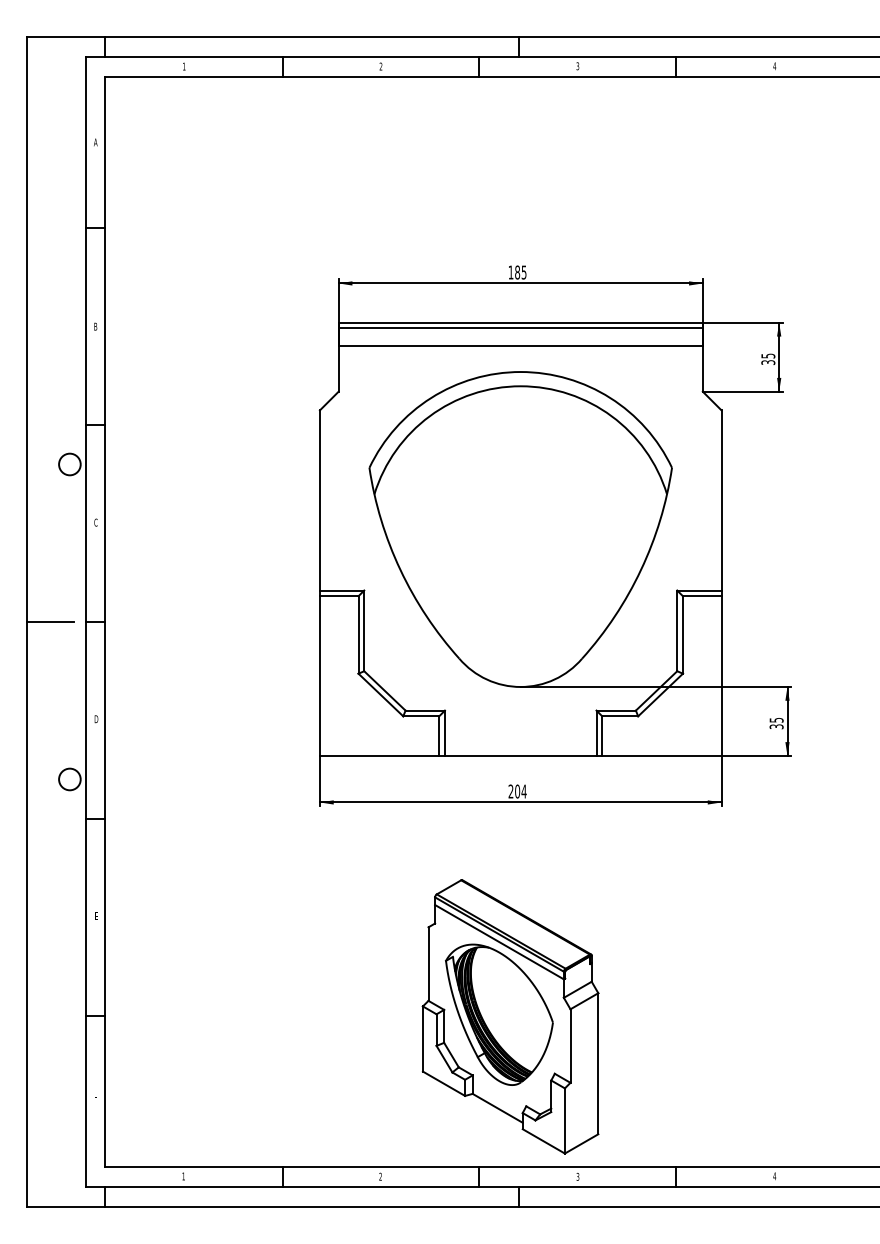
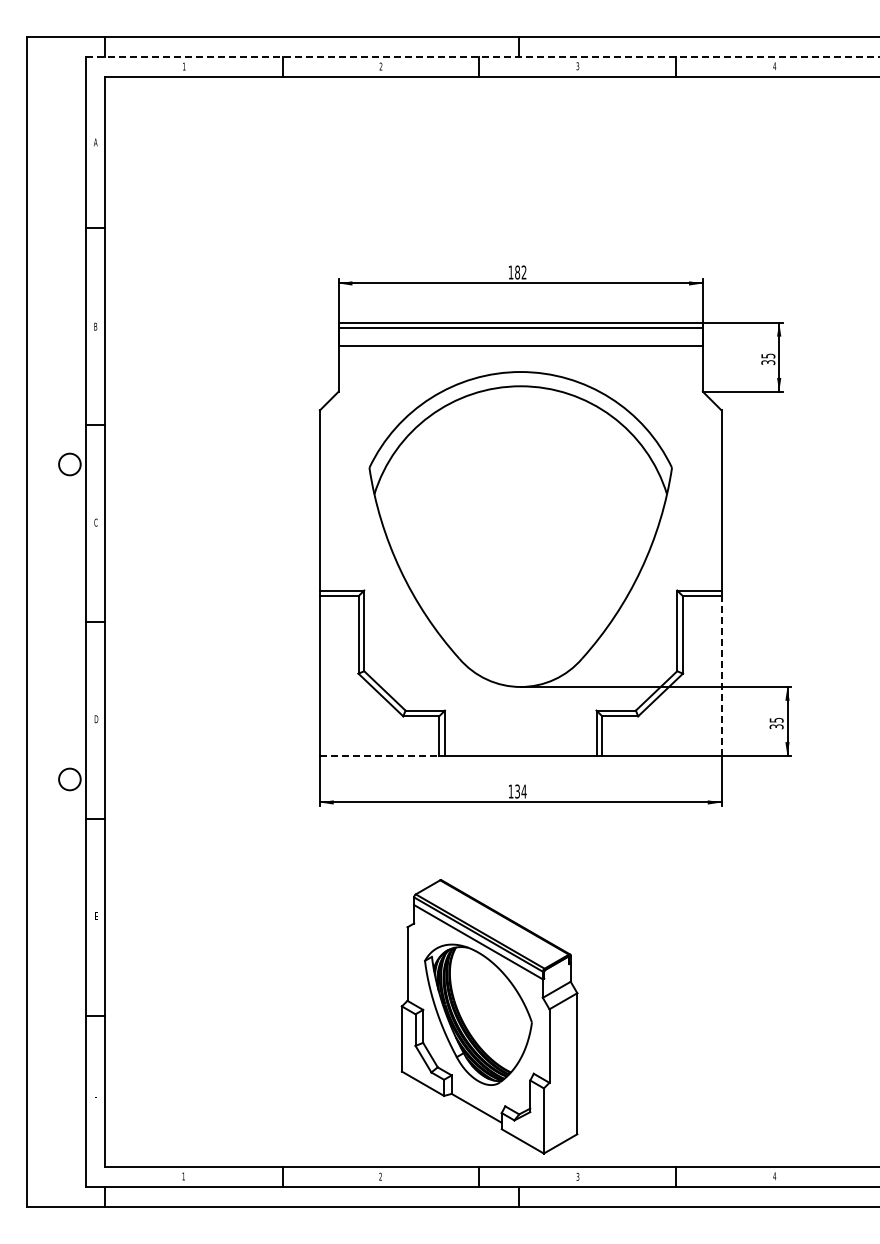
line at (482, 57): solid -> dashed
text at (523, 272): 185 -> 182
line at (49, 622): present -> none
line at (721, 676): solid -> dashed
line at (379, 755): solid -> dashed
text at (514, 791): 204 -> 134
part at (510, 1016) position: (510, 1016) -> (489, 1016)
